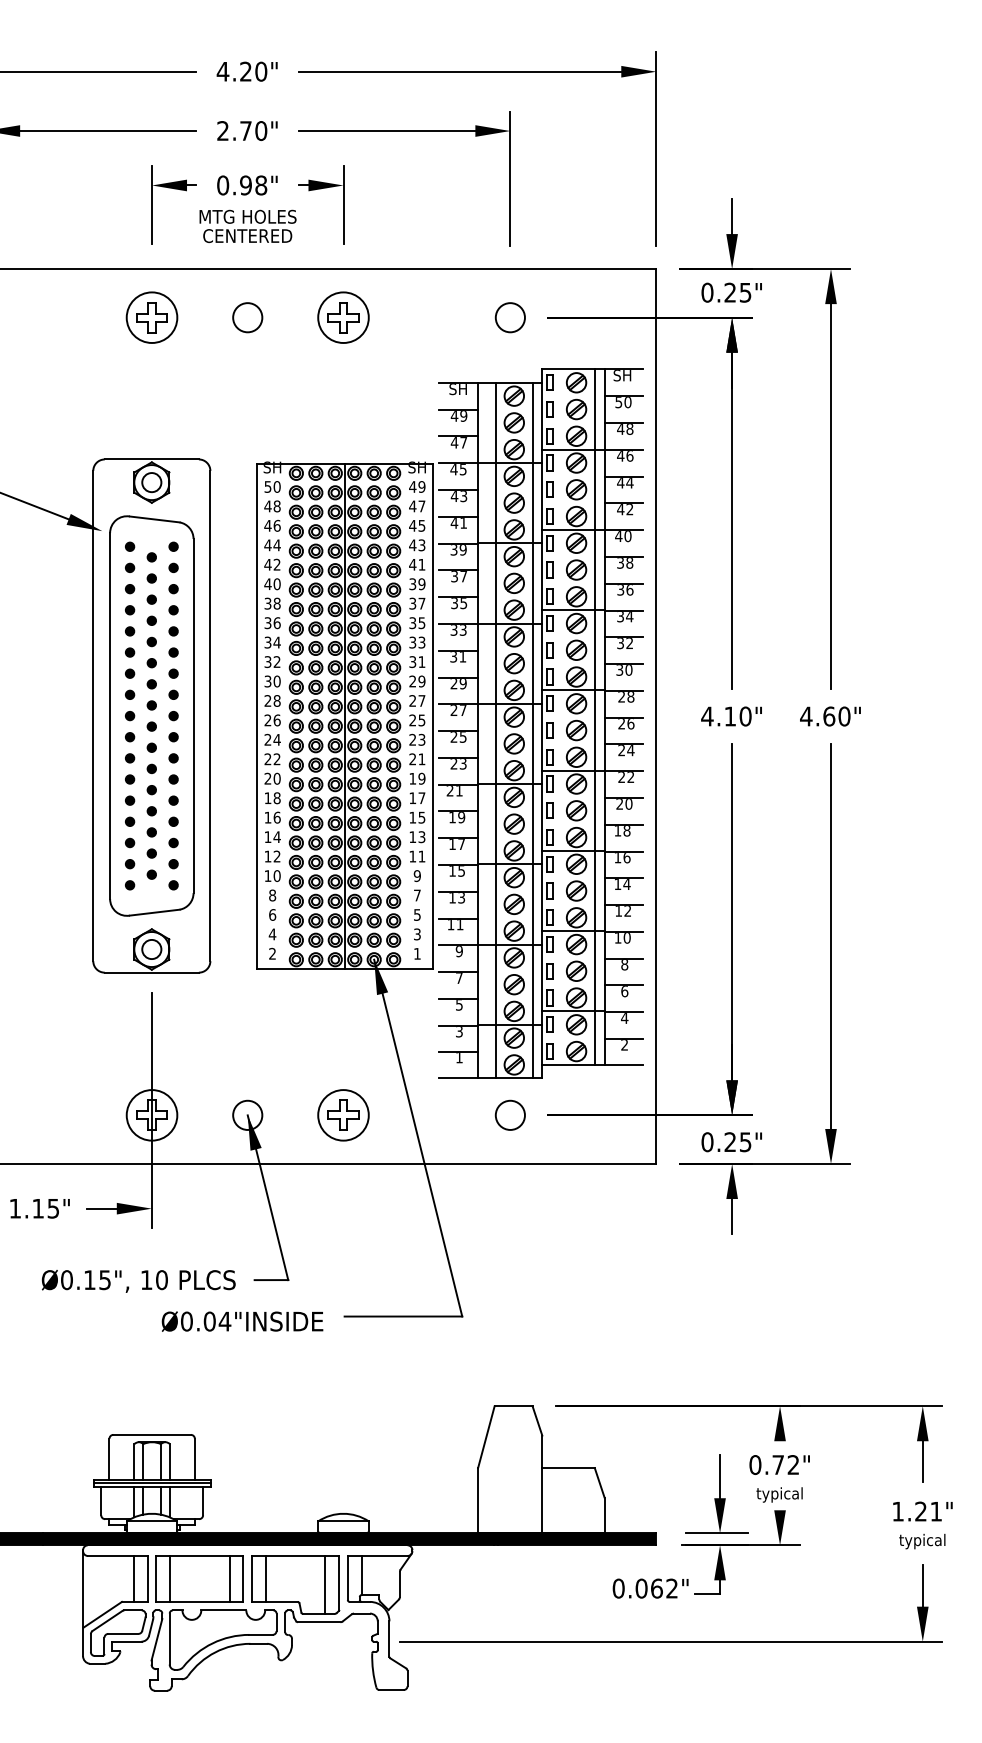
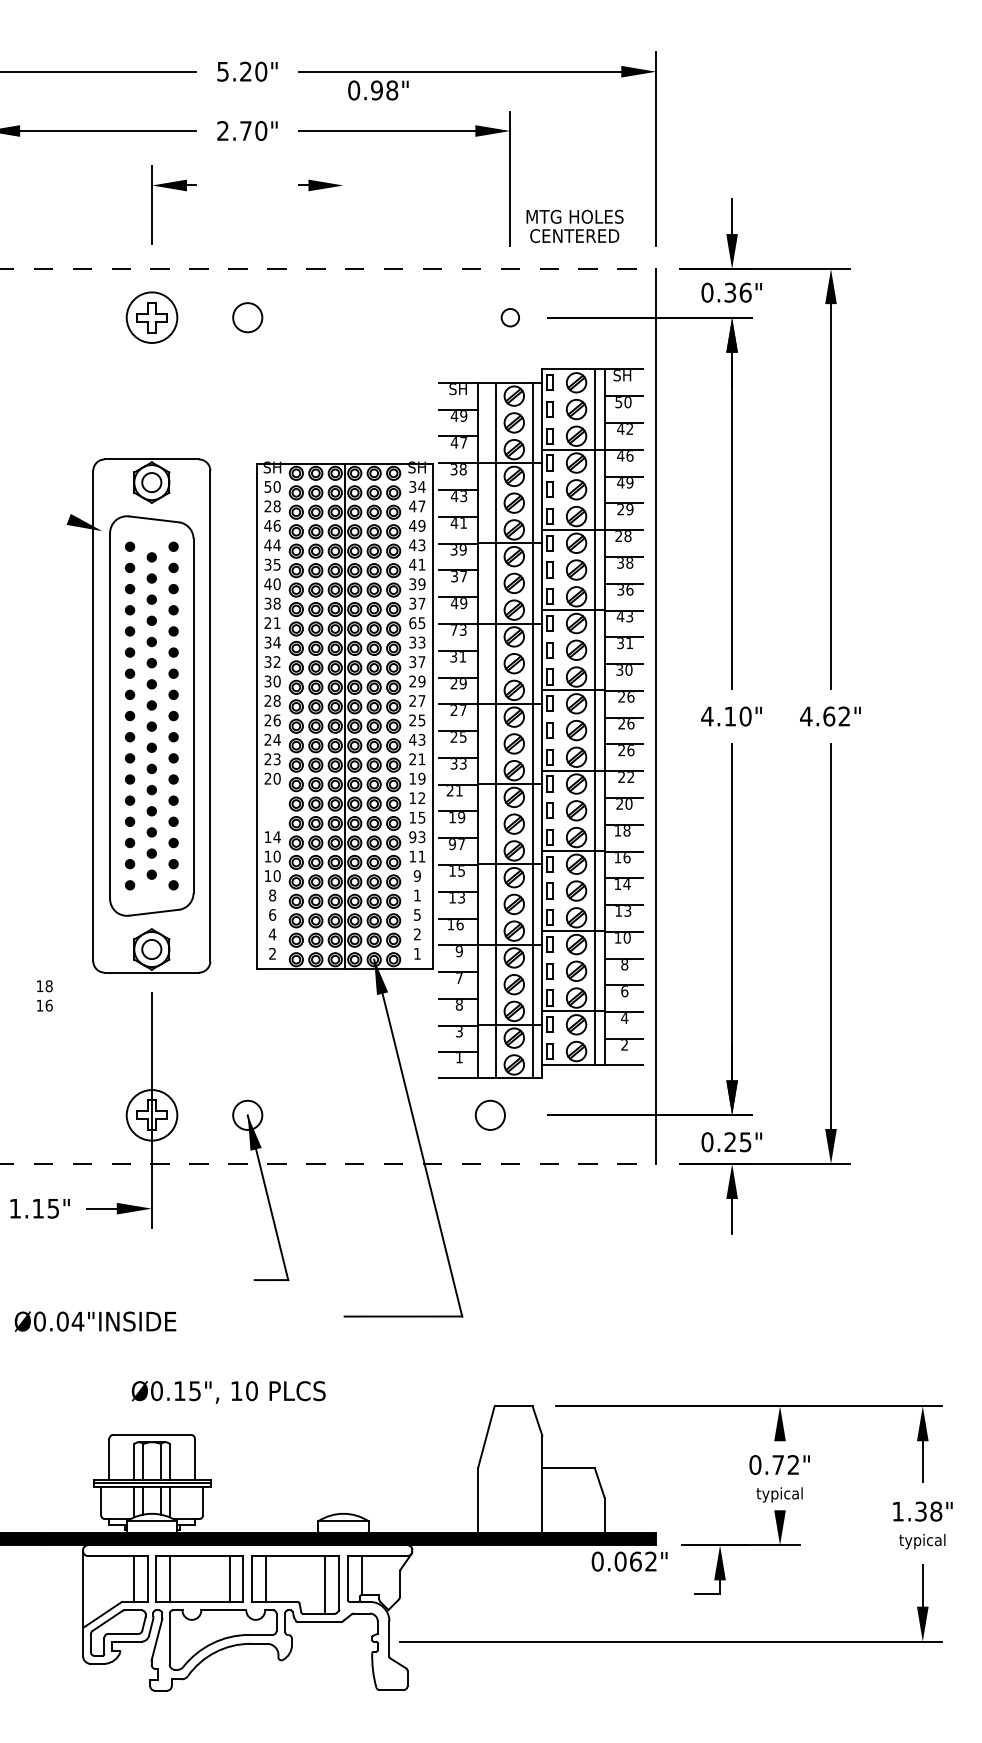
text at (222, 71): 4.20" -> 5.20"
text at (247, 185) position: (247, 185) -> (378, 90)
line at (343, 204): present -> none
text at (247, 225) position: (247, 225) -> (574, 225)
line at (328, 269): solid -> dashed
text at (737, 292): 0.25" -> 0.36"
part at (343, 317): present -> none
circle at (509, 317) diameter: 29 px -> 18 px
text at (629, 429): 48 -> 42
text at (458, 469): 45 -> 38
text at (629, 483): 44 -> 49
text at (417, 486): 49 -> 34
line at (35, 506): present -> none
text at (267, 506): 48 -> 28
text at (625, 509): 42 -> 29
text at (421, 525): 45 -> 49
text at (623, 536): 40 -> 28
text at (272, 564): 42 -> 35
text at (458, 603): 35 -> 49
text at (624, 617): 34 -> 43
text at (272, 623): 36 -> 21
text at (412, 623): 35 -> 65
text at (453, 630): 33 -> 73
text at (629, 643): 32 -> 31
text at (421, 661): 31 -> 37
text at (630, 697): 28 -> 26
text at (844, 716): 4.60" -> 4.62"
text at (412, 739): 23 -> 43
text at (630, 750): 24 -> 26
text at (276, 759): 22 -> 23
text at (453, 764): 23 -> 33
text at (421, 797): 17 -> 12
text at (272, 807) position: (272, 807) -> (44, 995)
text at (412, 837): 13 -> 93
text at (452, 844): 17 -> 97
text at (276, 856): 12 -> 10
text at (417, 895): 7 -> 1
text at (627, 911): 12 -> 13
text at (459, 925): 11 -> 16
text at (417, 934): 3 -> 2
text at (458, 1005): 5 -> 8
circle at (509, 1114) position: (509, 1114) -> (489, 1114)
part at (343, 1115): present -> none
line at (328, 1164): solid -> dashed
text at (138, 1281) position: (138, 1281) -> (228, 1392)
text at (242, 1321) position: (242, 1321) -> (95, 1321)
part at (716, 1493): present -> none
text at (928, 1511): 1.21" -> 1.38"
text at (650, 1588) position: (650, 1588) -> (629, 1561)
